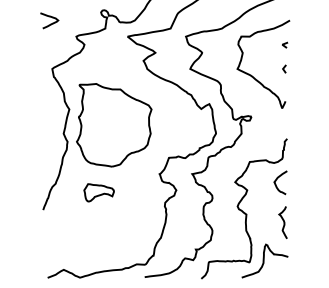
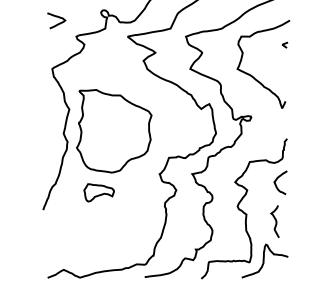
curve at (49, 17) position: (49, 17) -> (56, 17)
line at (284, 68): present -> none
part at (114, 125) position: (114, 125) -> (114, 131)
curve at (283, 222) position: (283, 222) -> (275, 221)
